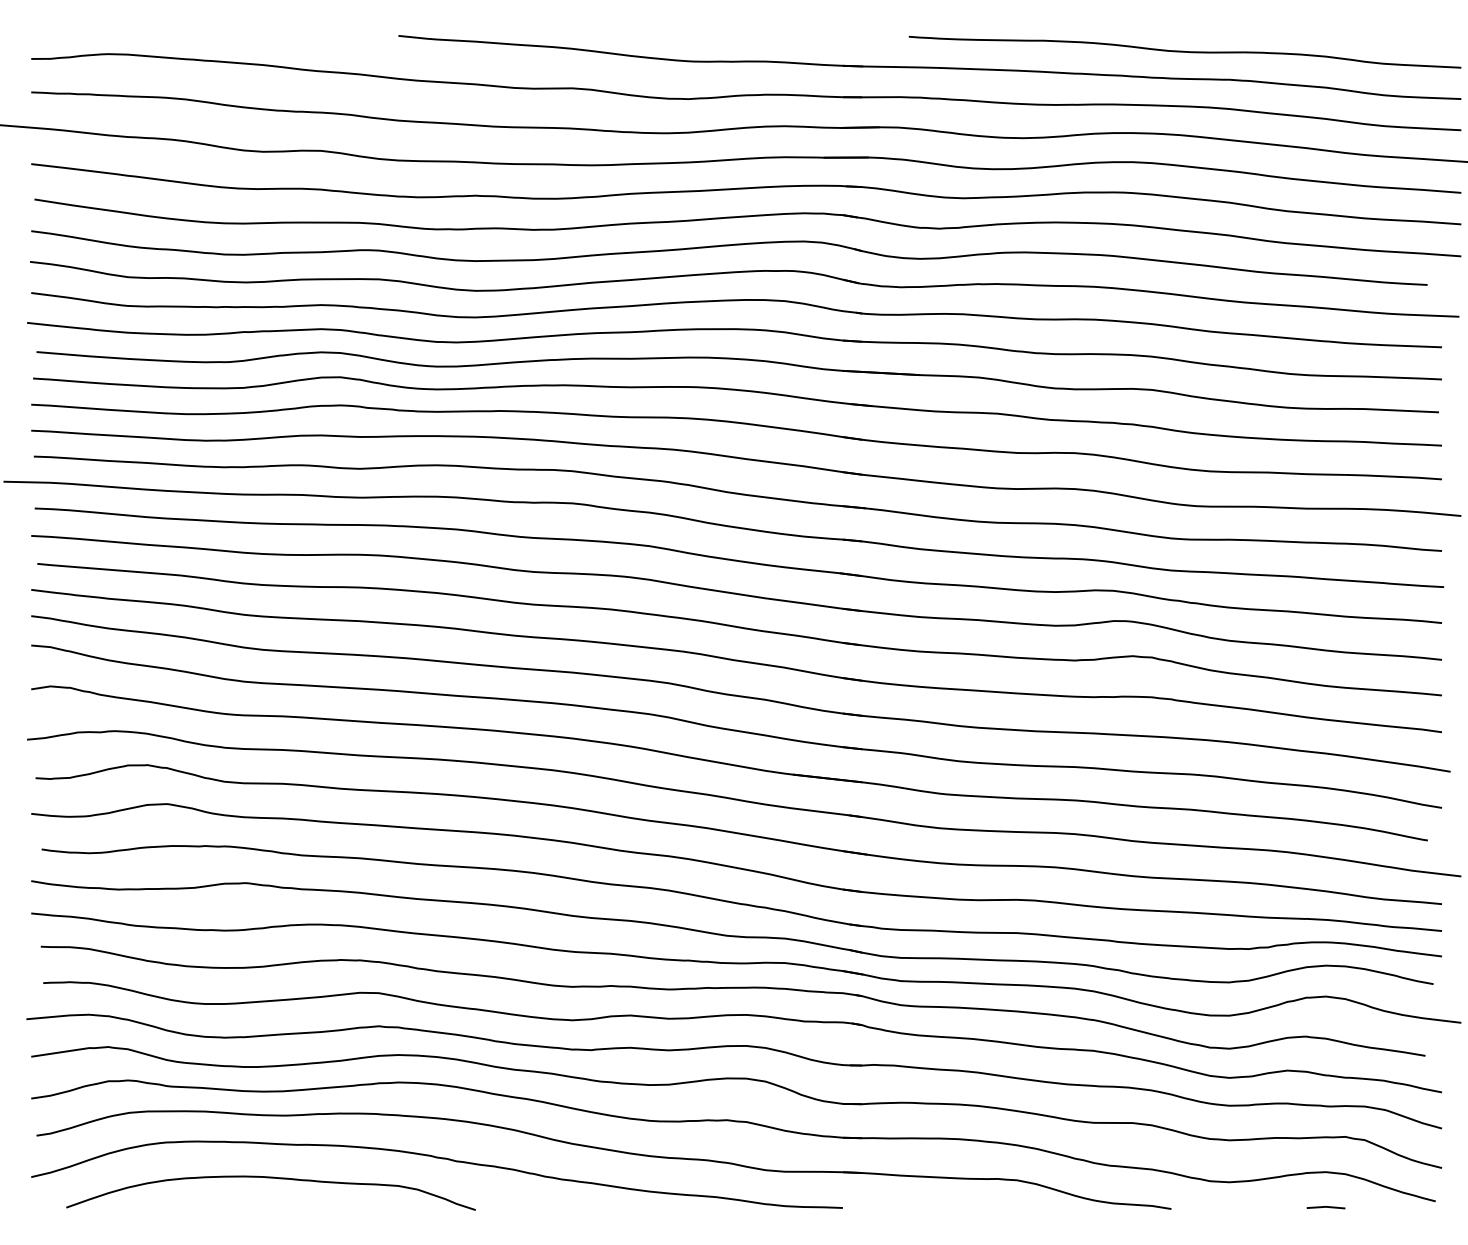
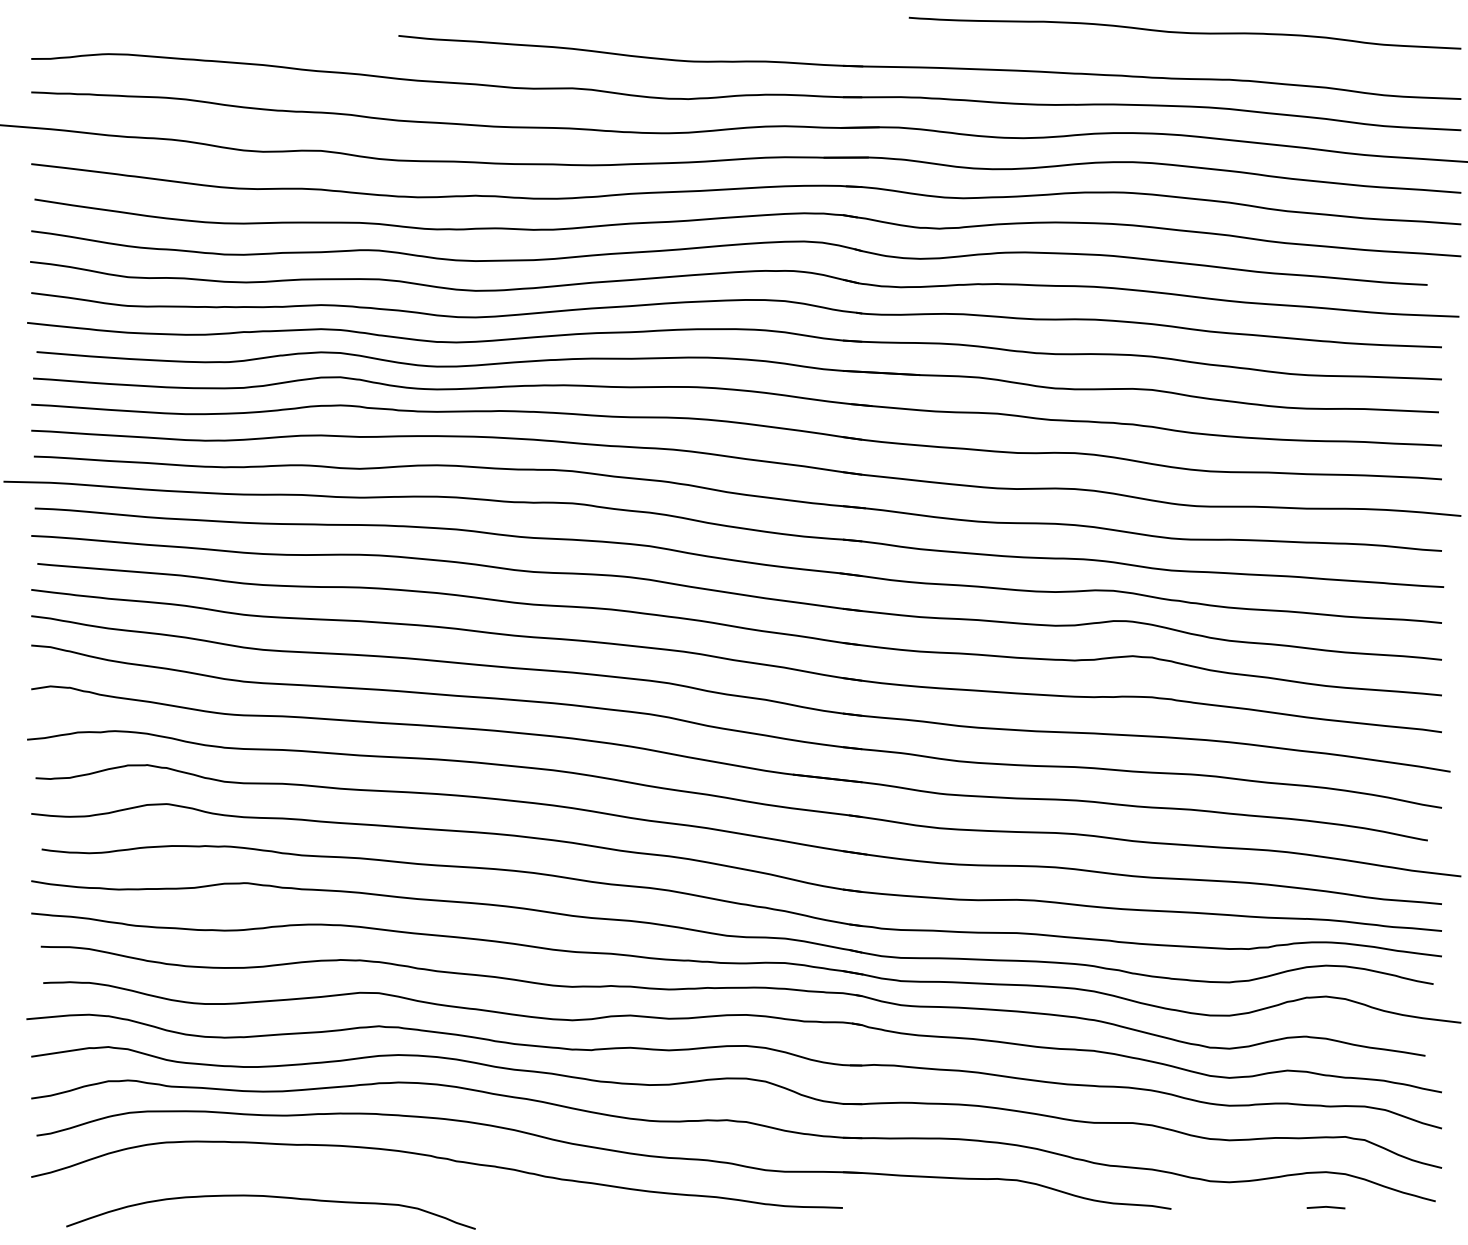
curve at (1184, 51) position: (1184, 51) -> (1184, 32)
curve at (270, 1178) position: (270, 1178) -> (270, 1197)
